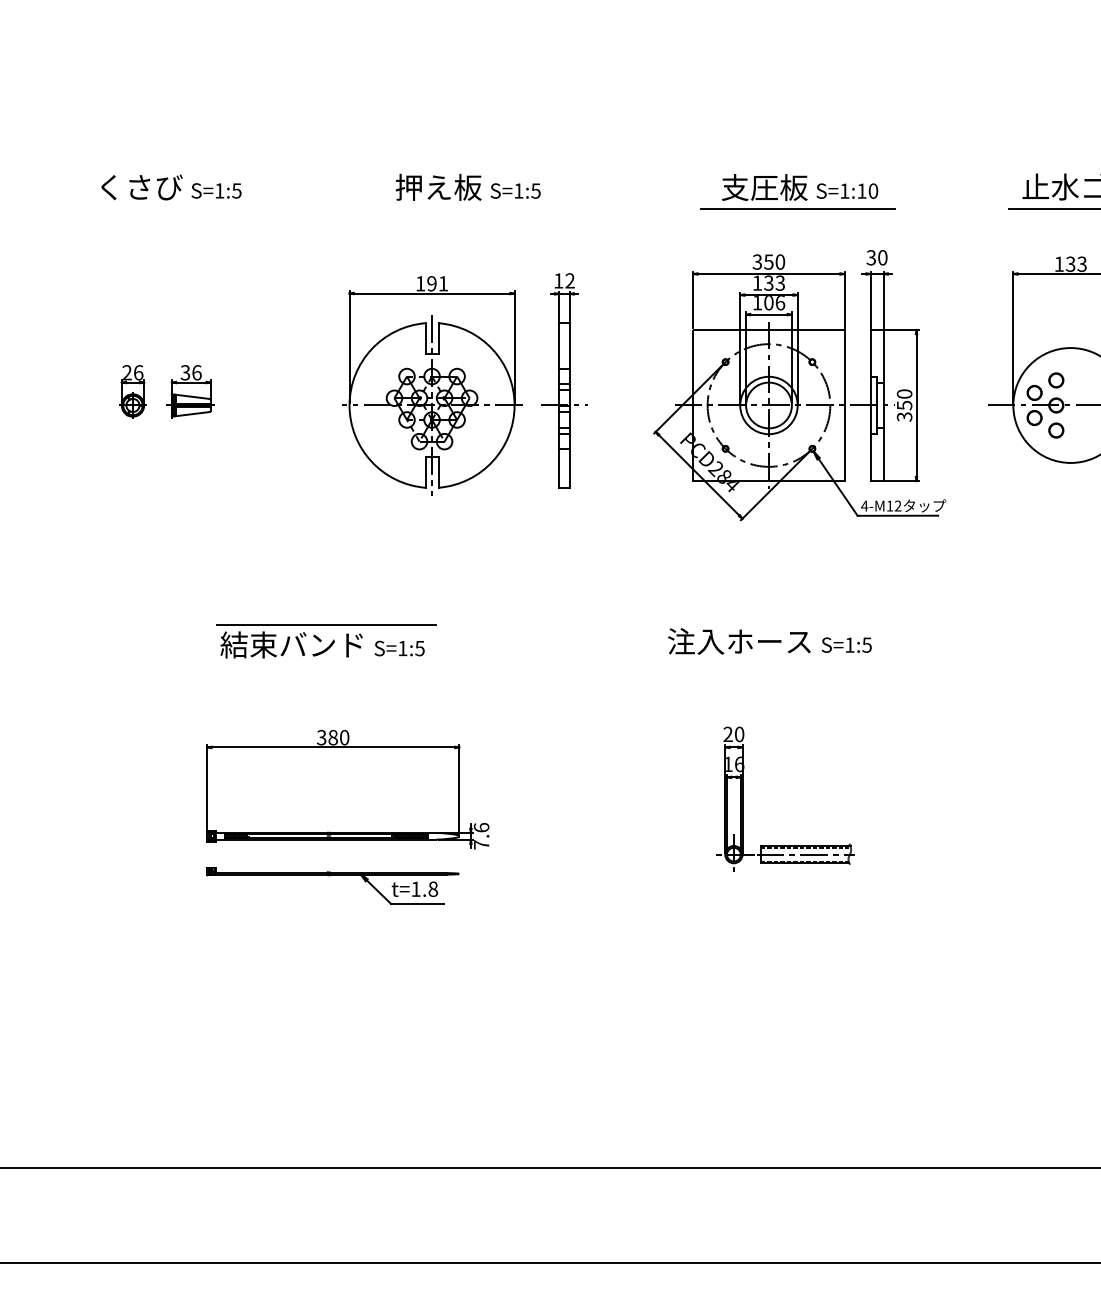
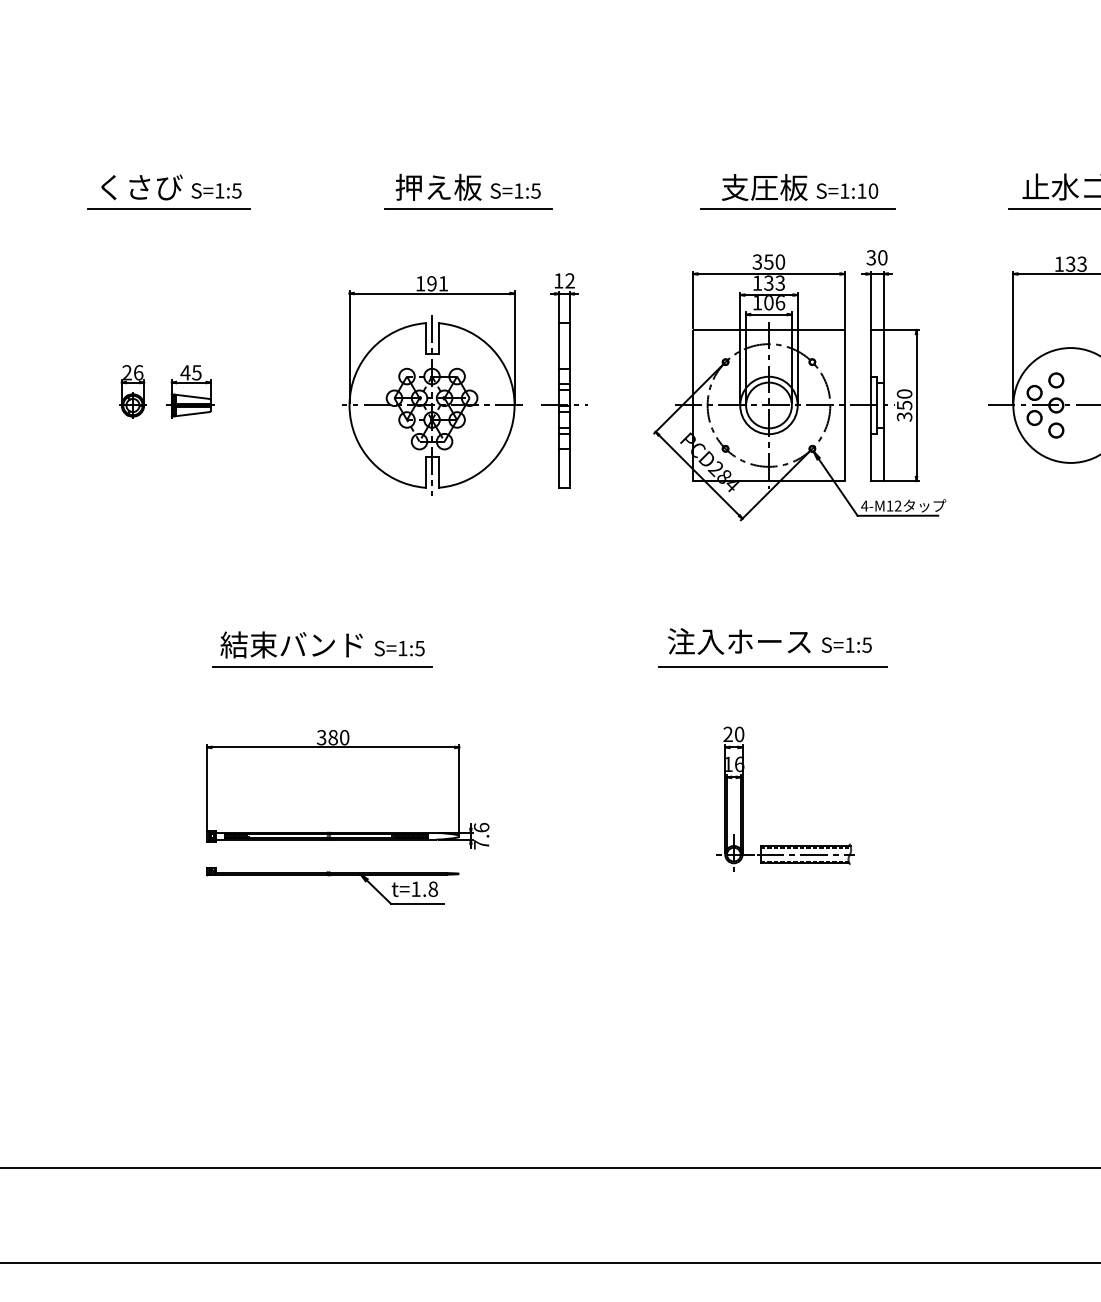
line at (168, 208): none -> present
line at (467, 209): none -> present
text at (190, 372): 36 -> 45
line at (326, 624) position: (326, 624) -> (322, 666)
line at (772, 666): none -> present
